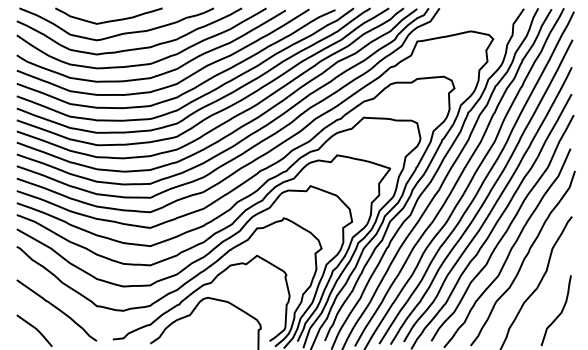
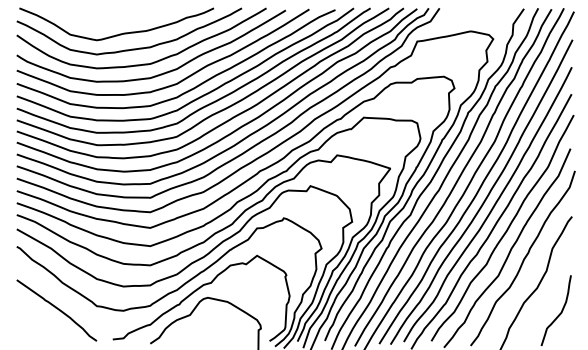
curve at (108, 20): present -> none
curve at (35, 329): present -> none
